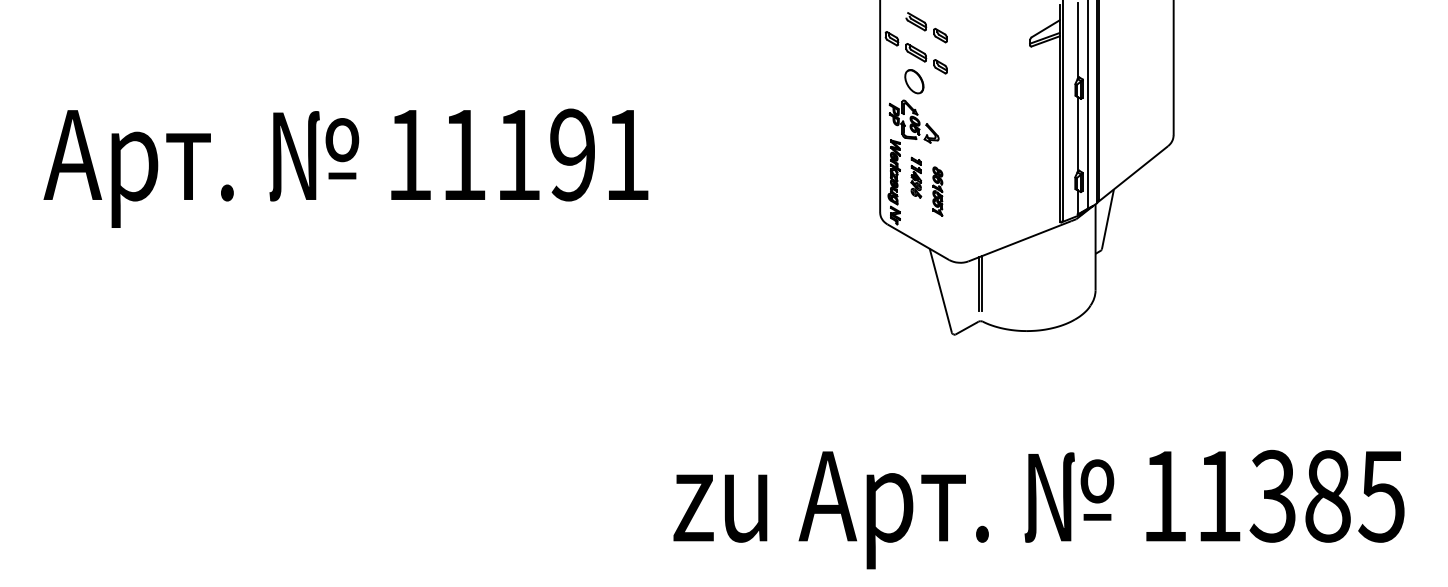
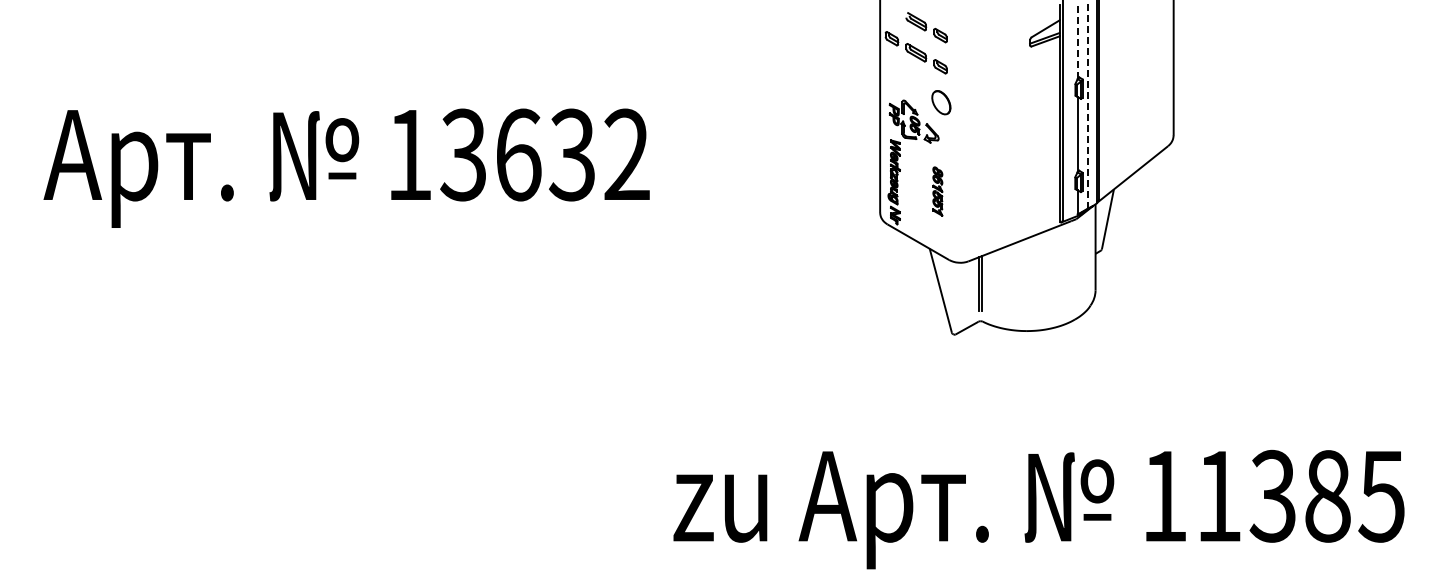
line at (1077, 41): solid -> dashed
part at (914, 81) position: (914, 81) -> (941, 102)
line at (1088, 104): solid -> dashed
text at (544, 154): 11191 -> 13632
part at (916, 177): present -> none
